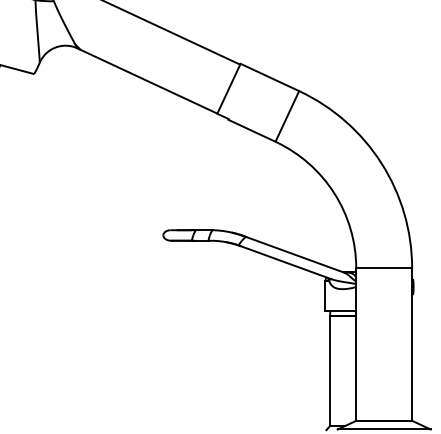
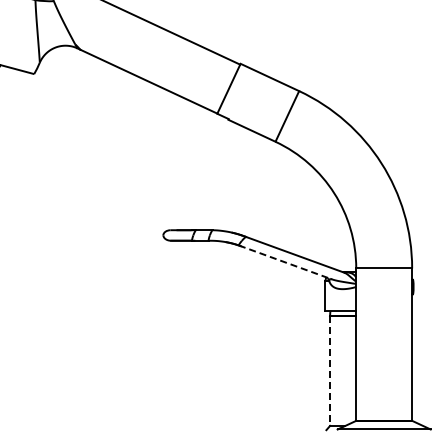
line at (285, 262): solid -> dashed
line at (330, 371): solid -> dashed
